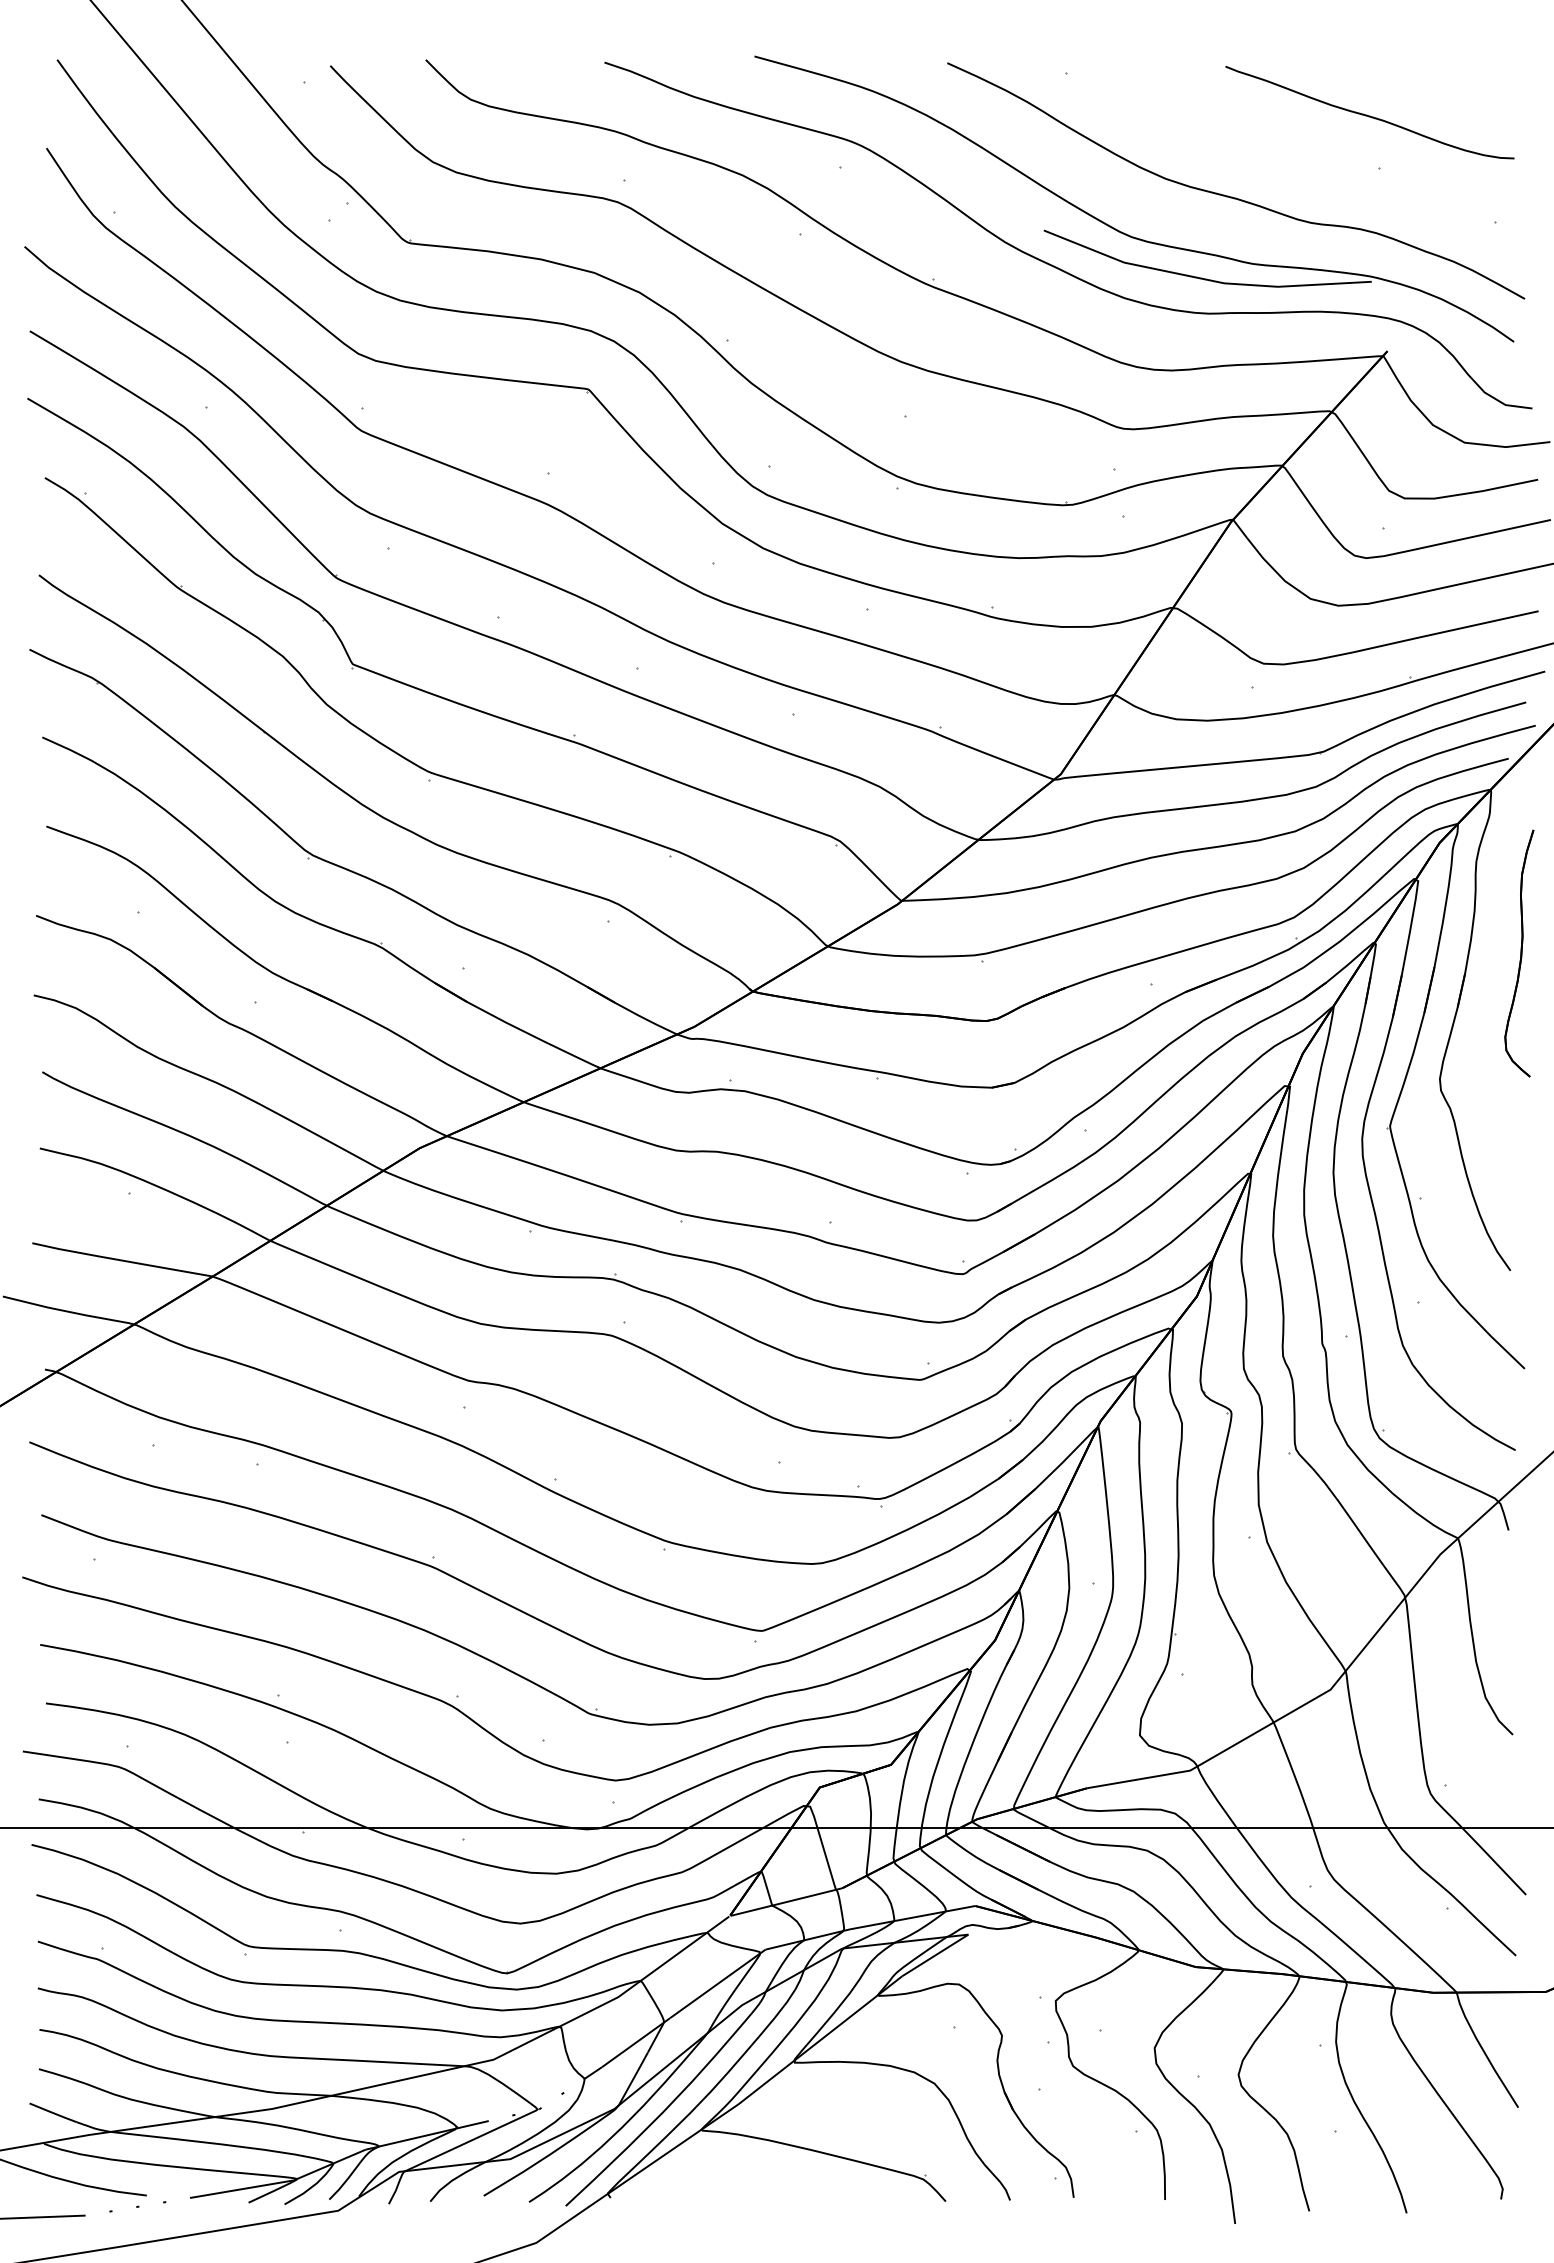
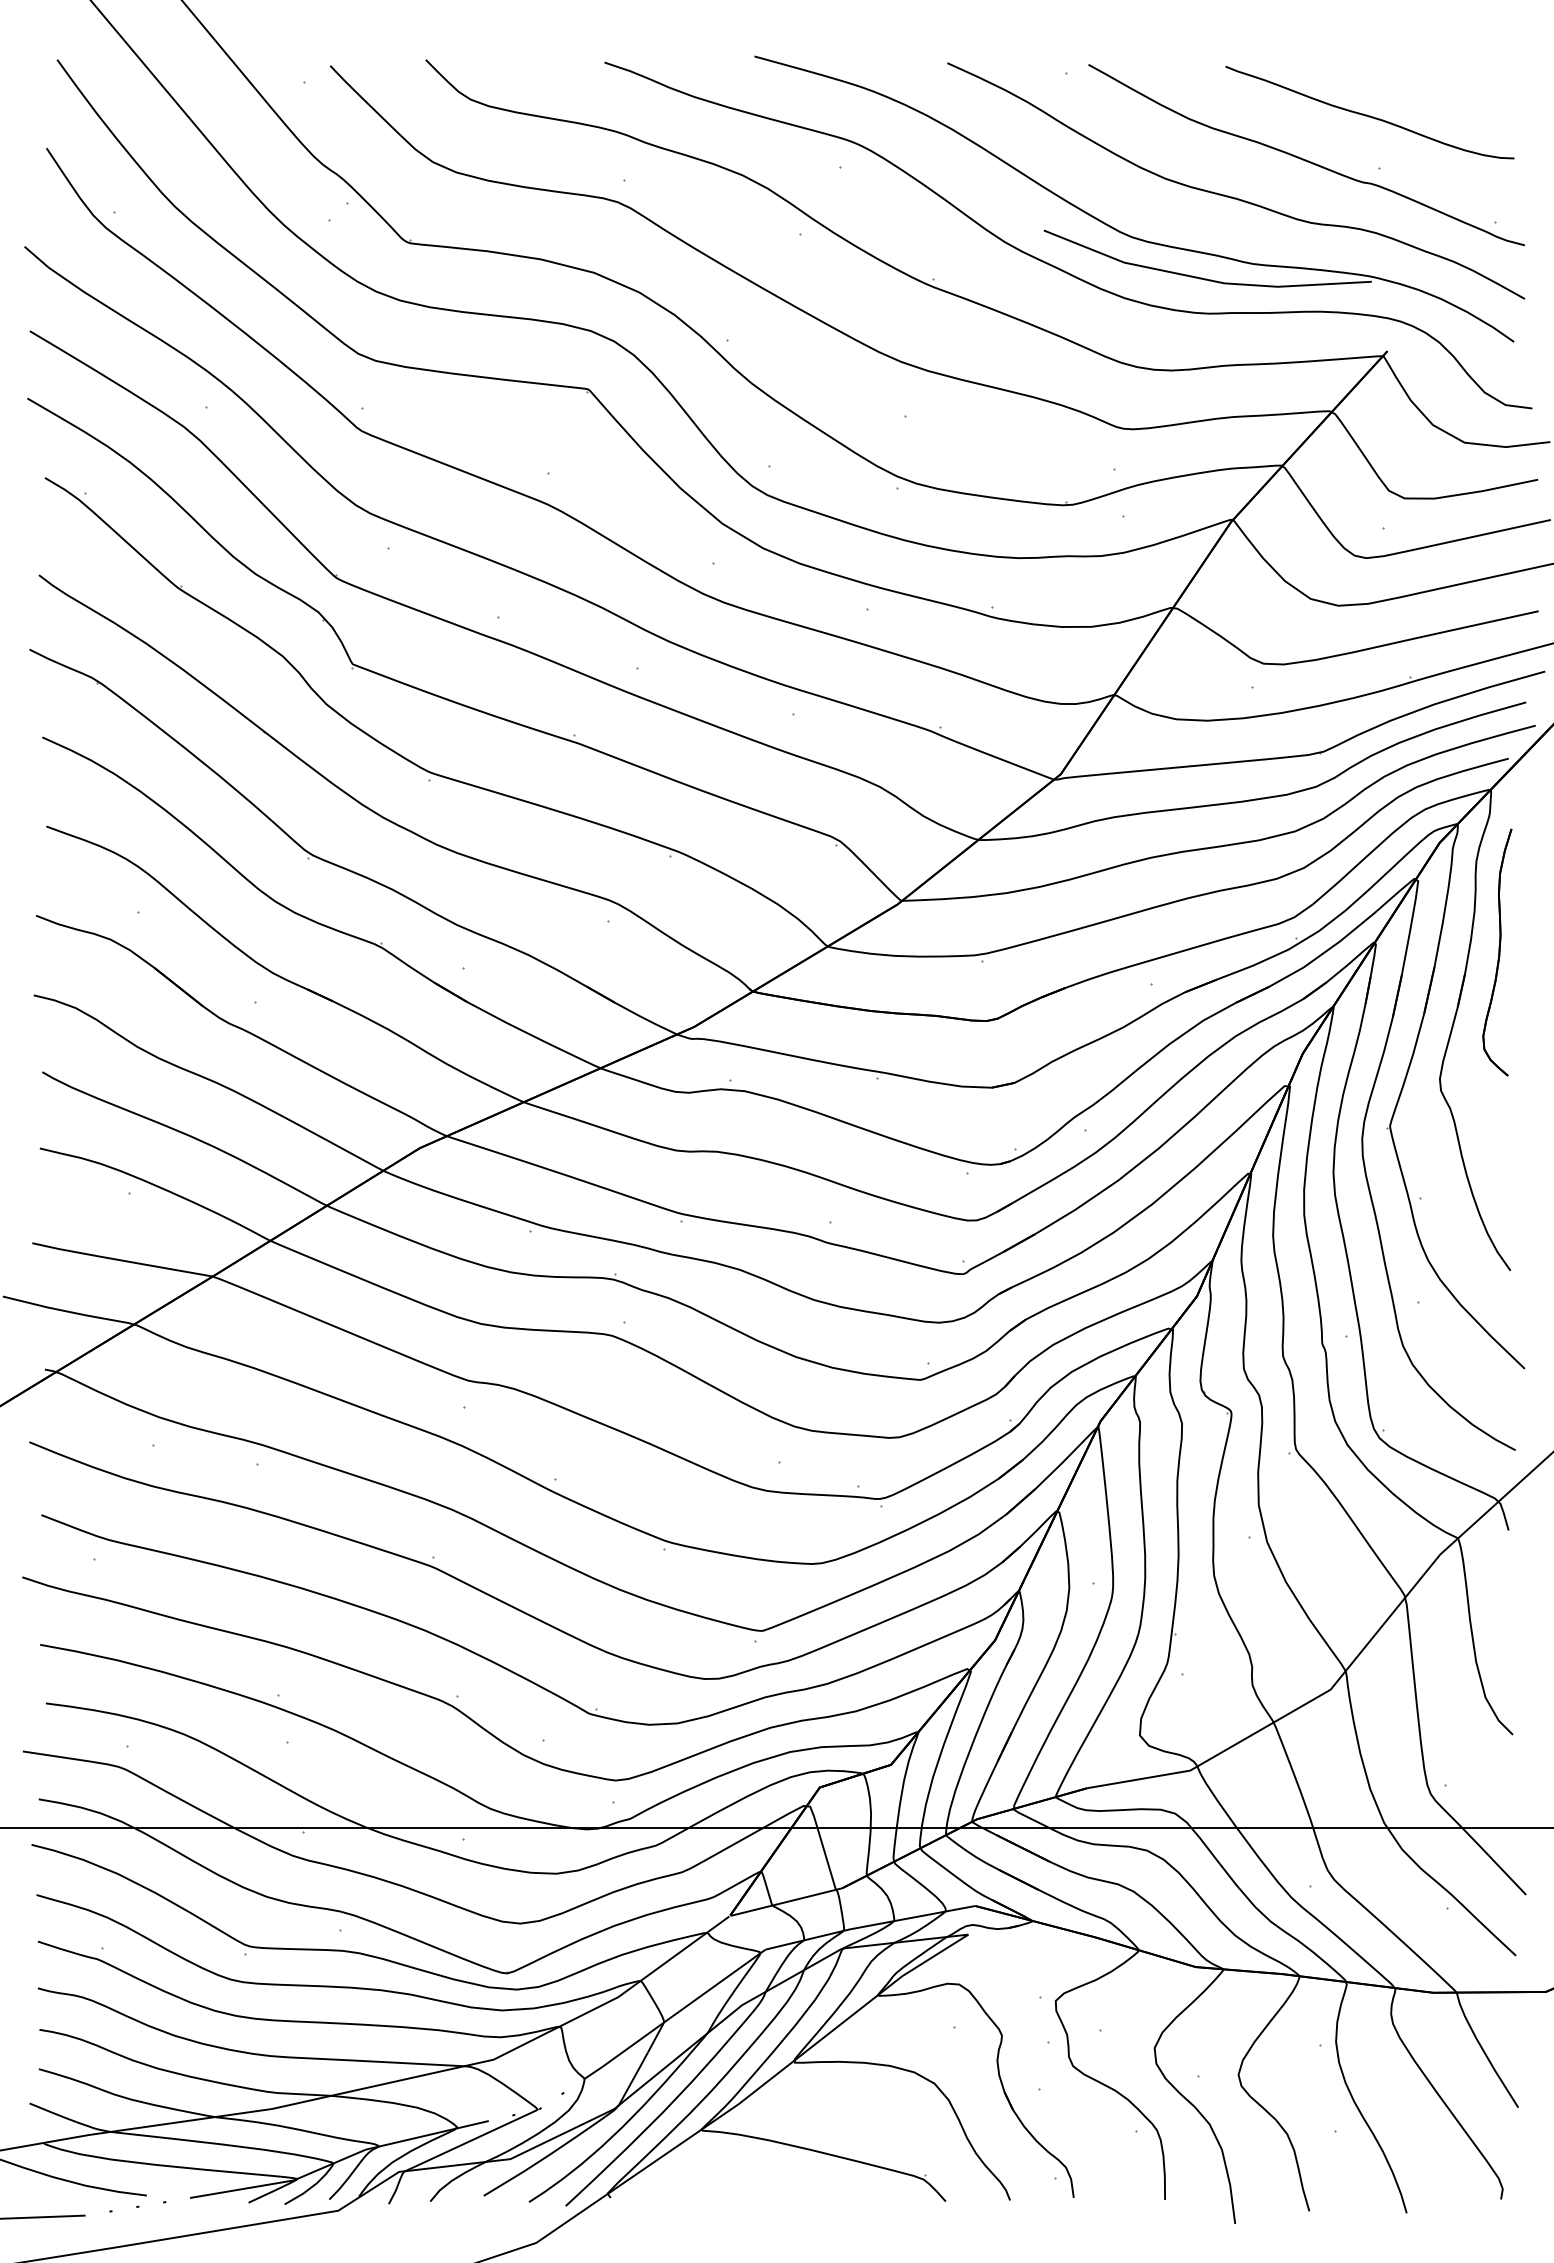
curve at (1306, 159): none -> present
part at (1519, 953) position: (1519, 953) -> (1497, 952)
